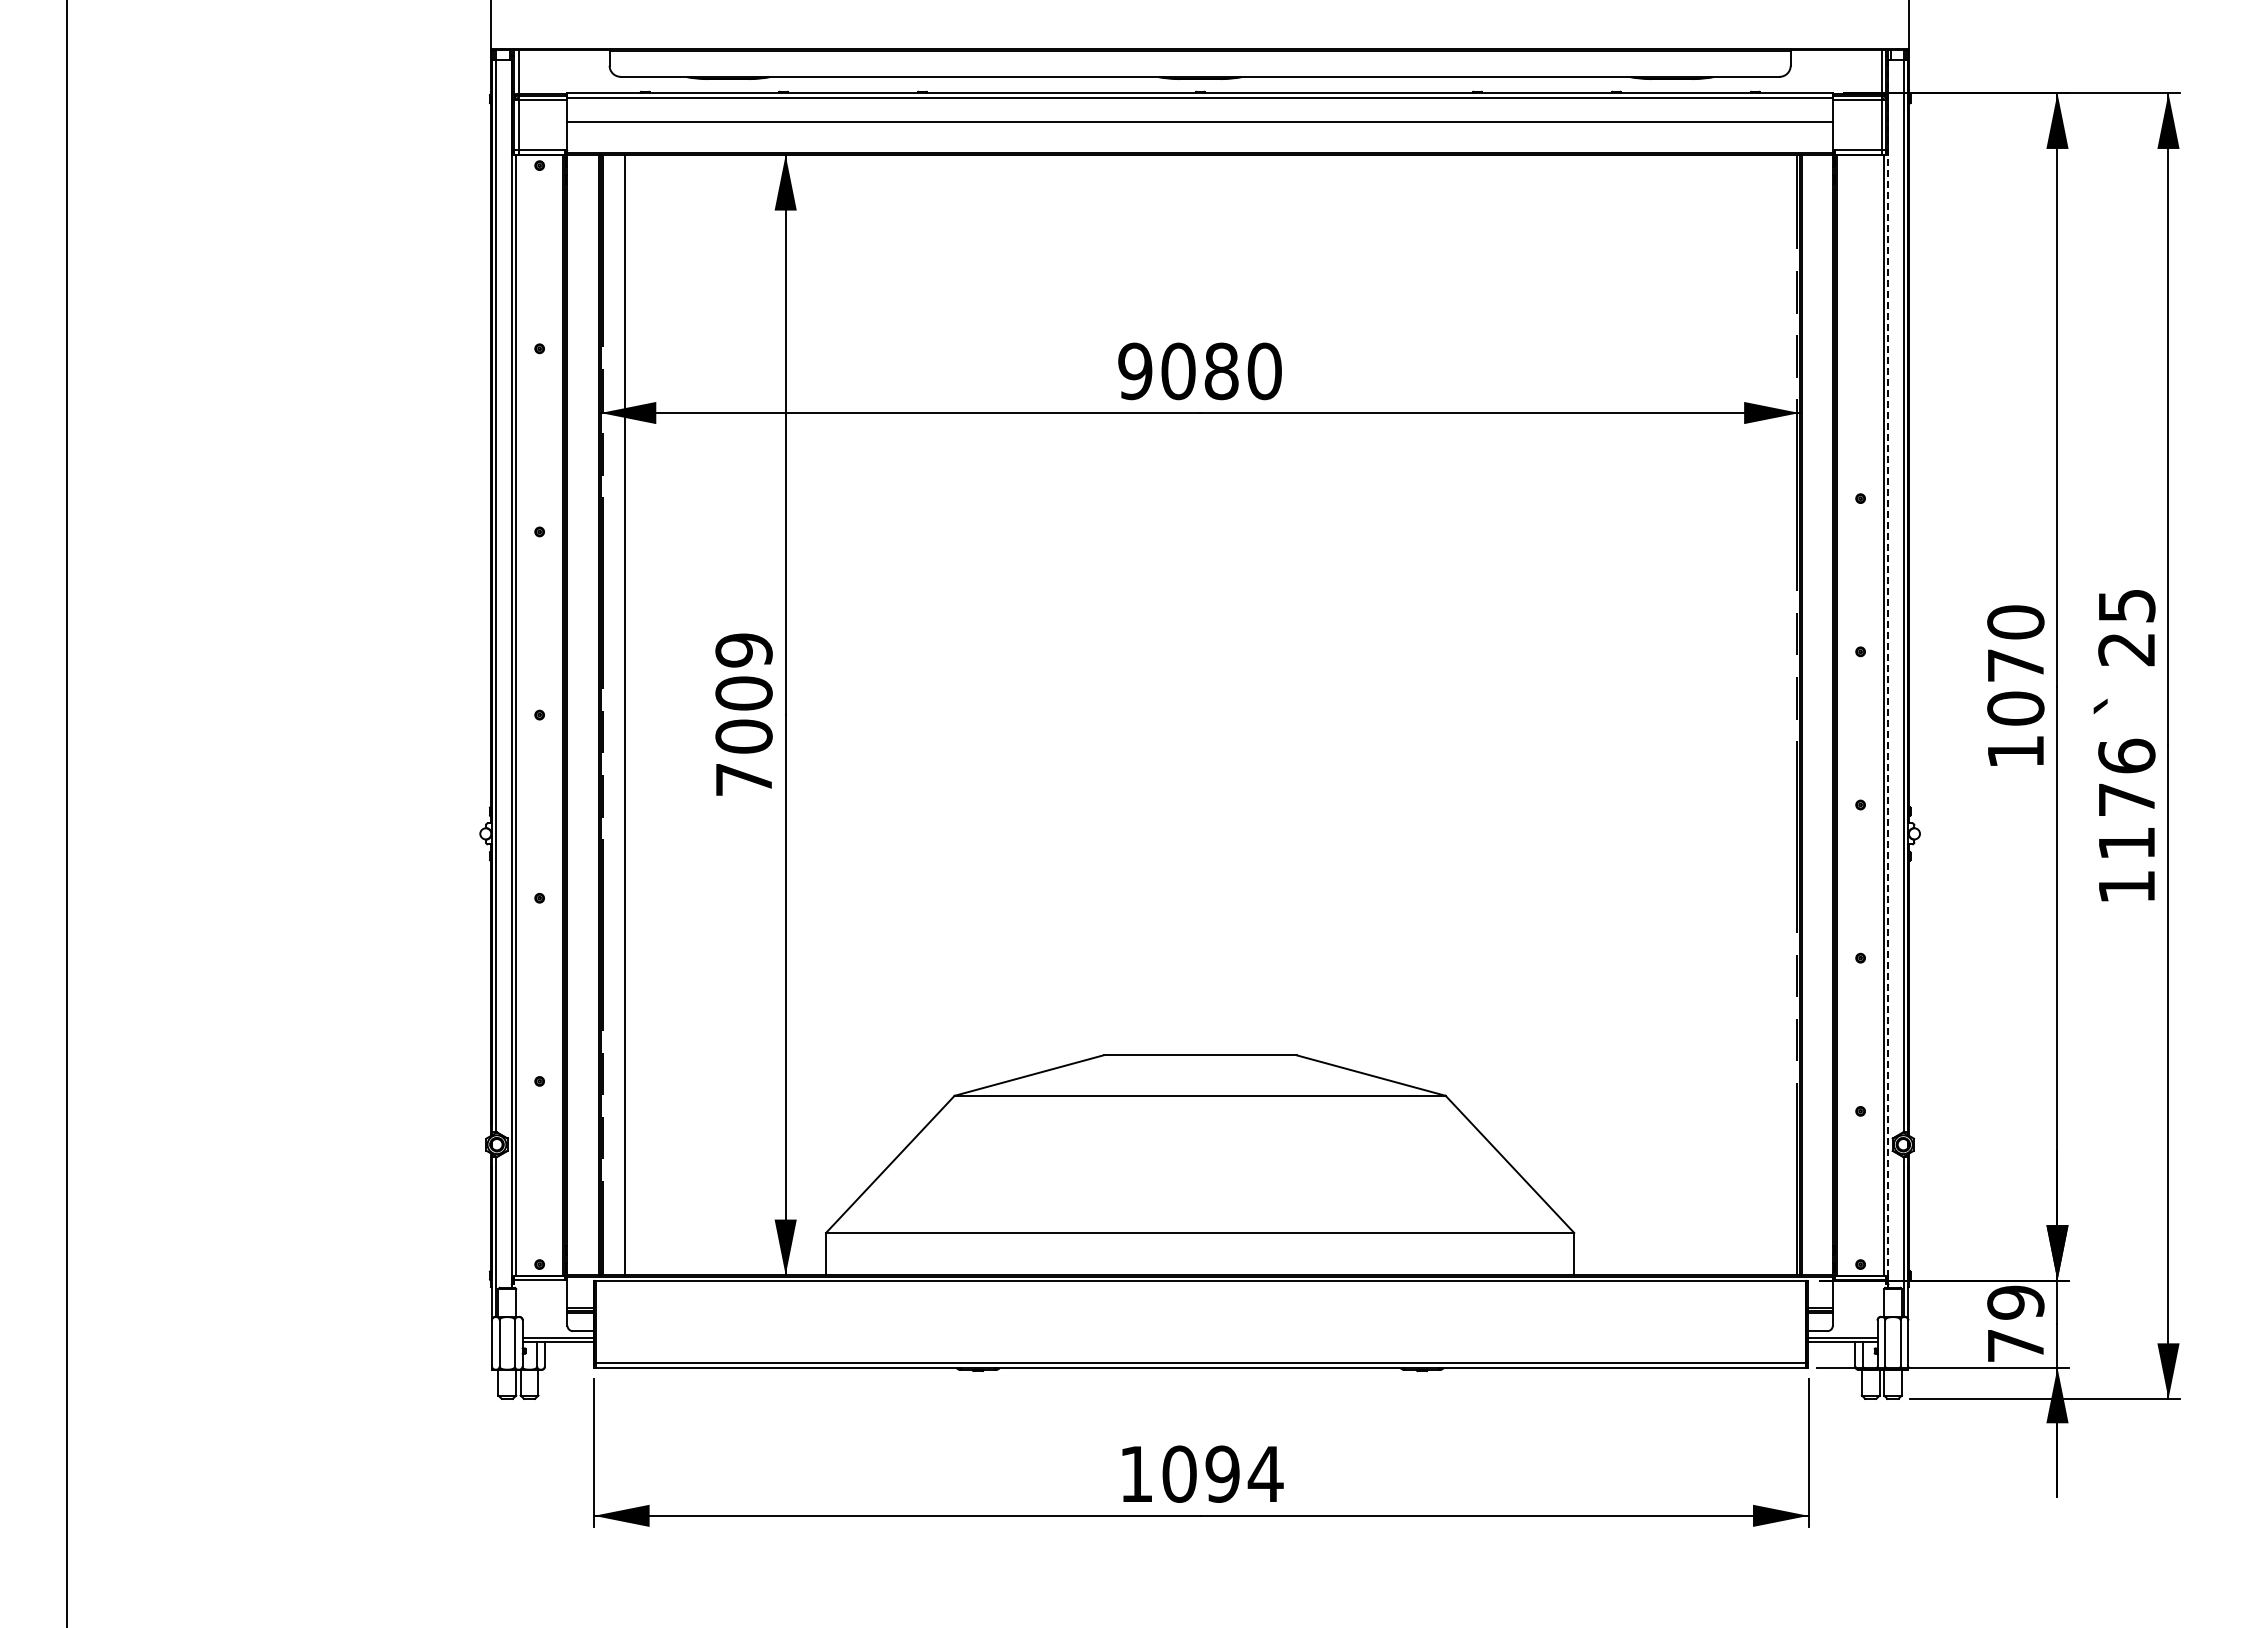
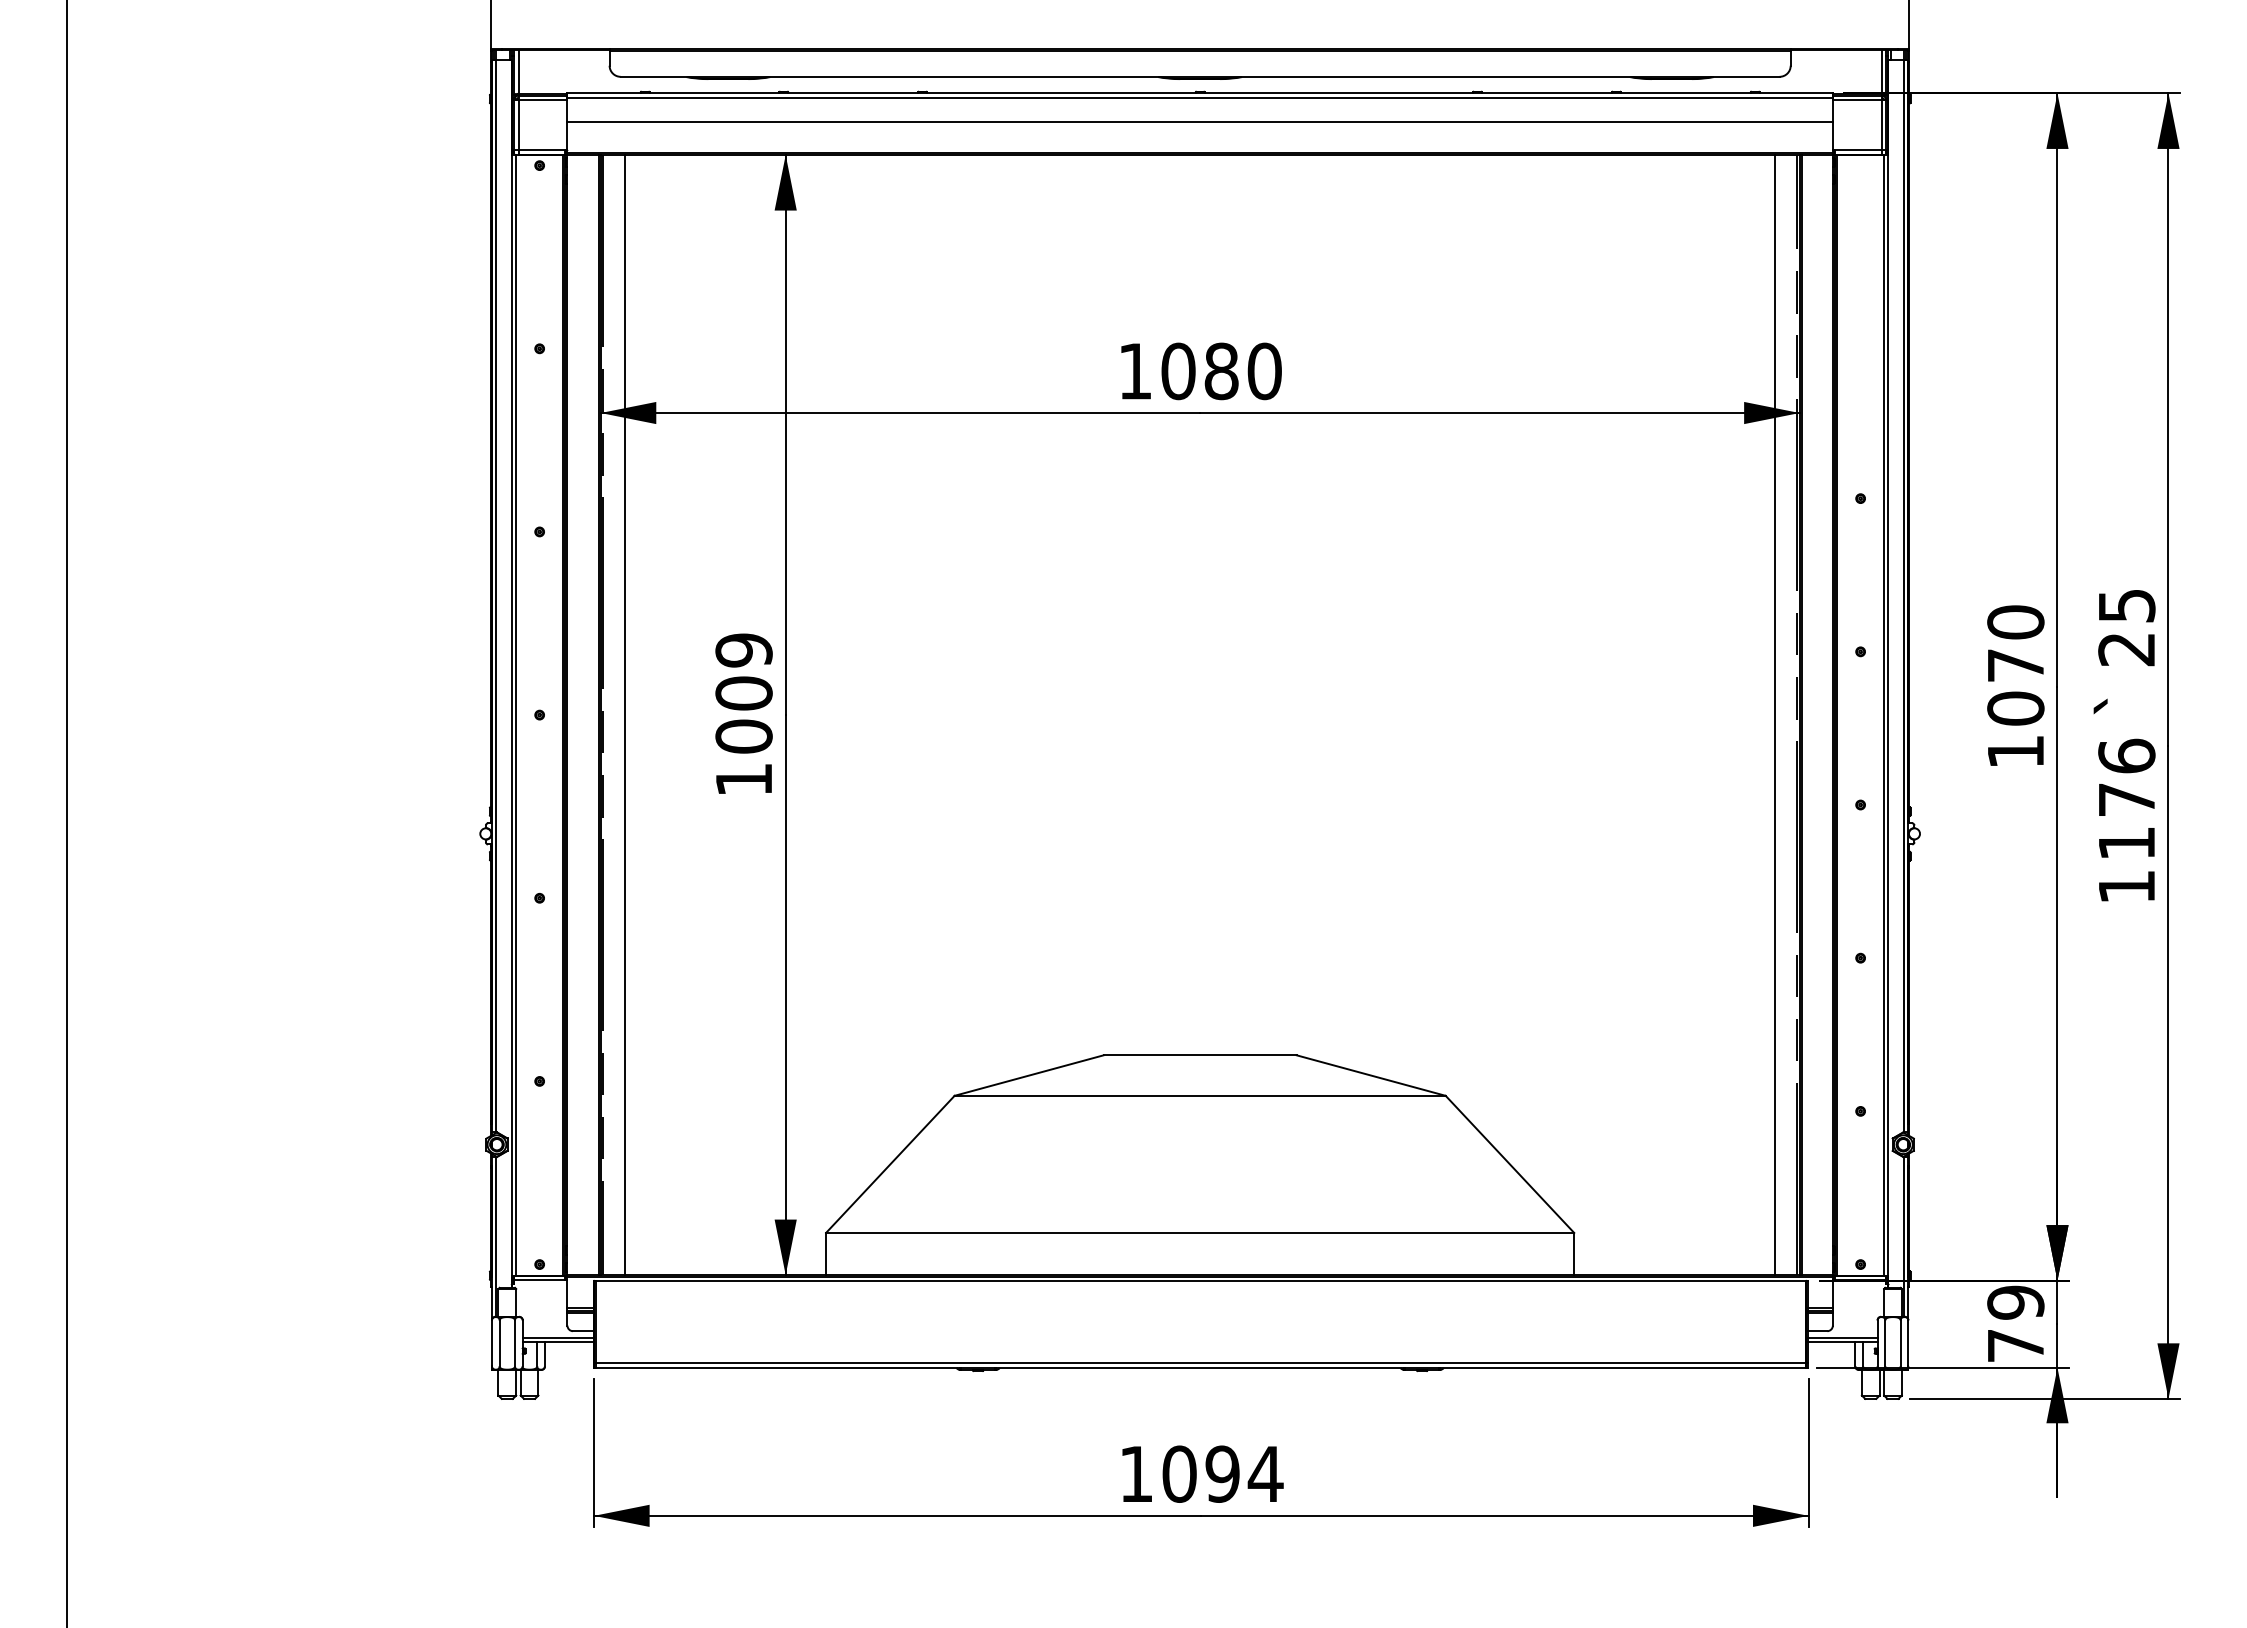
text at (1135, 371): 9080 -> 1080
line at (1888, 674): dashed -> solid
line at (1775, 715): none -> present
text at (743, 779): 7009 -> 1009
